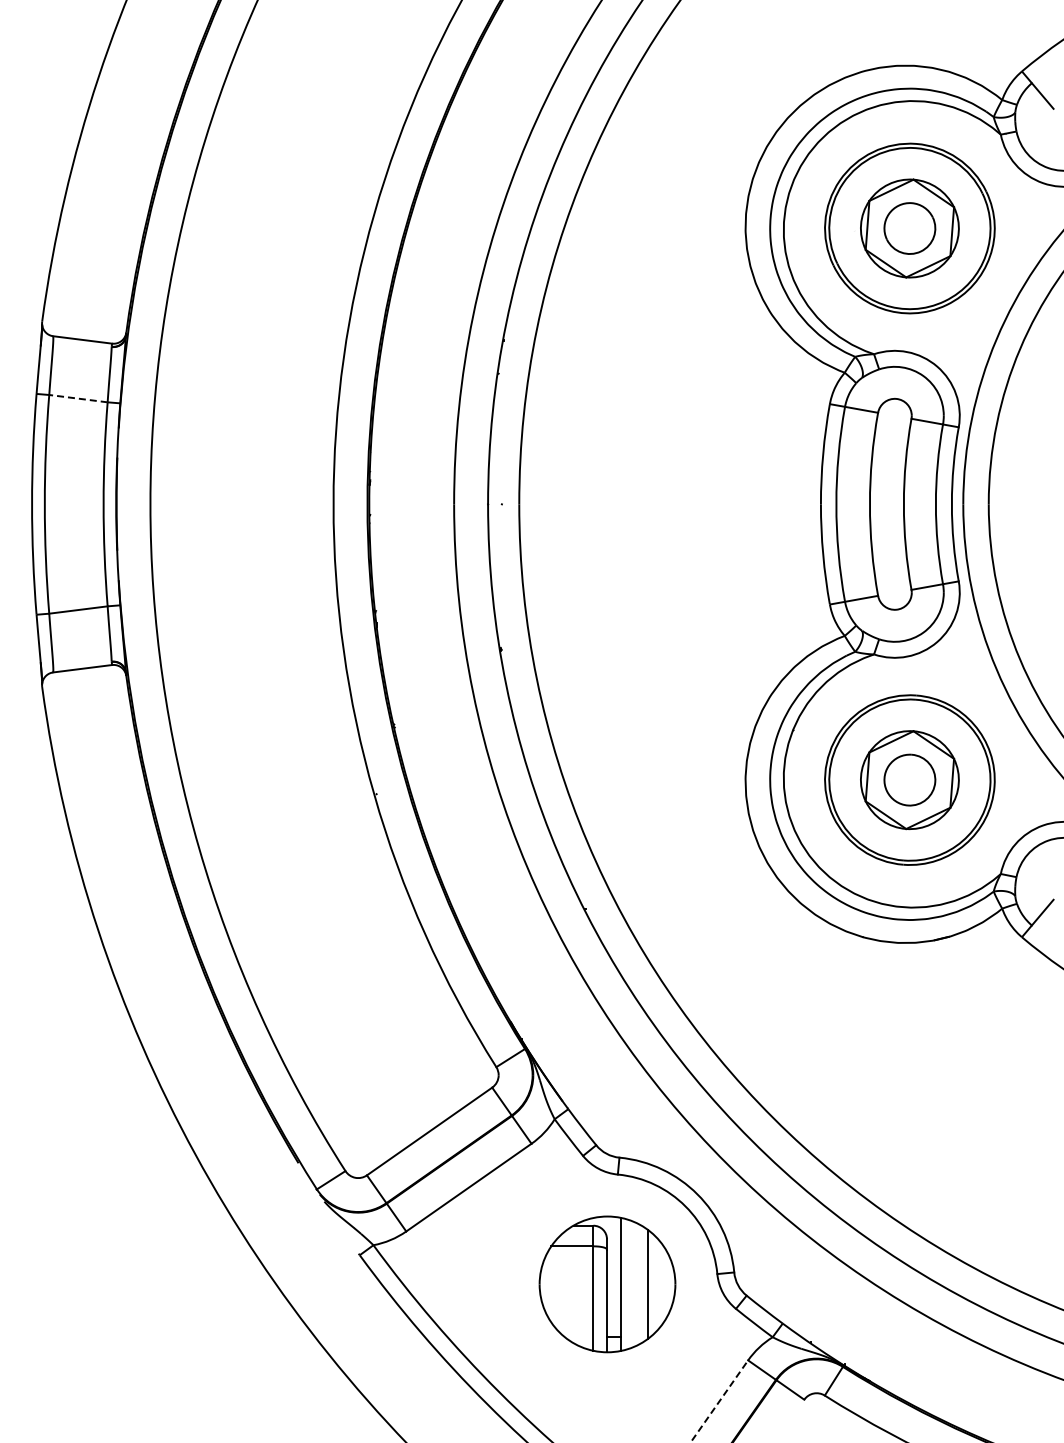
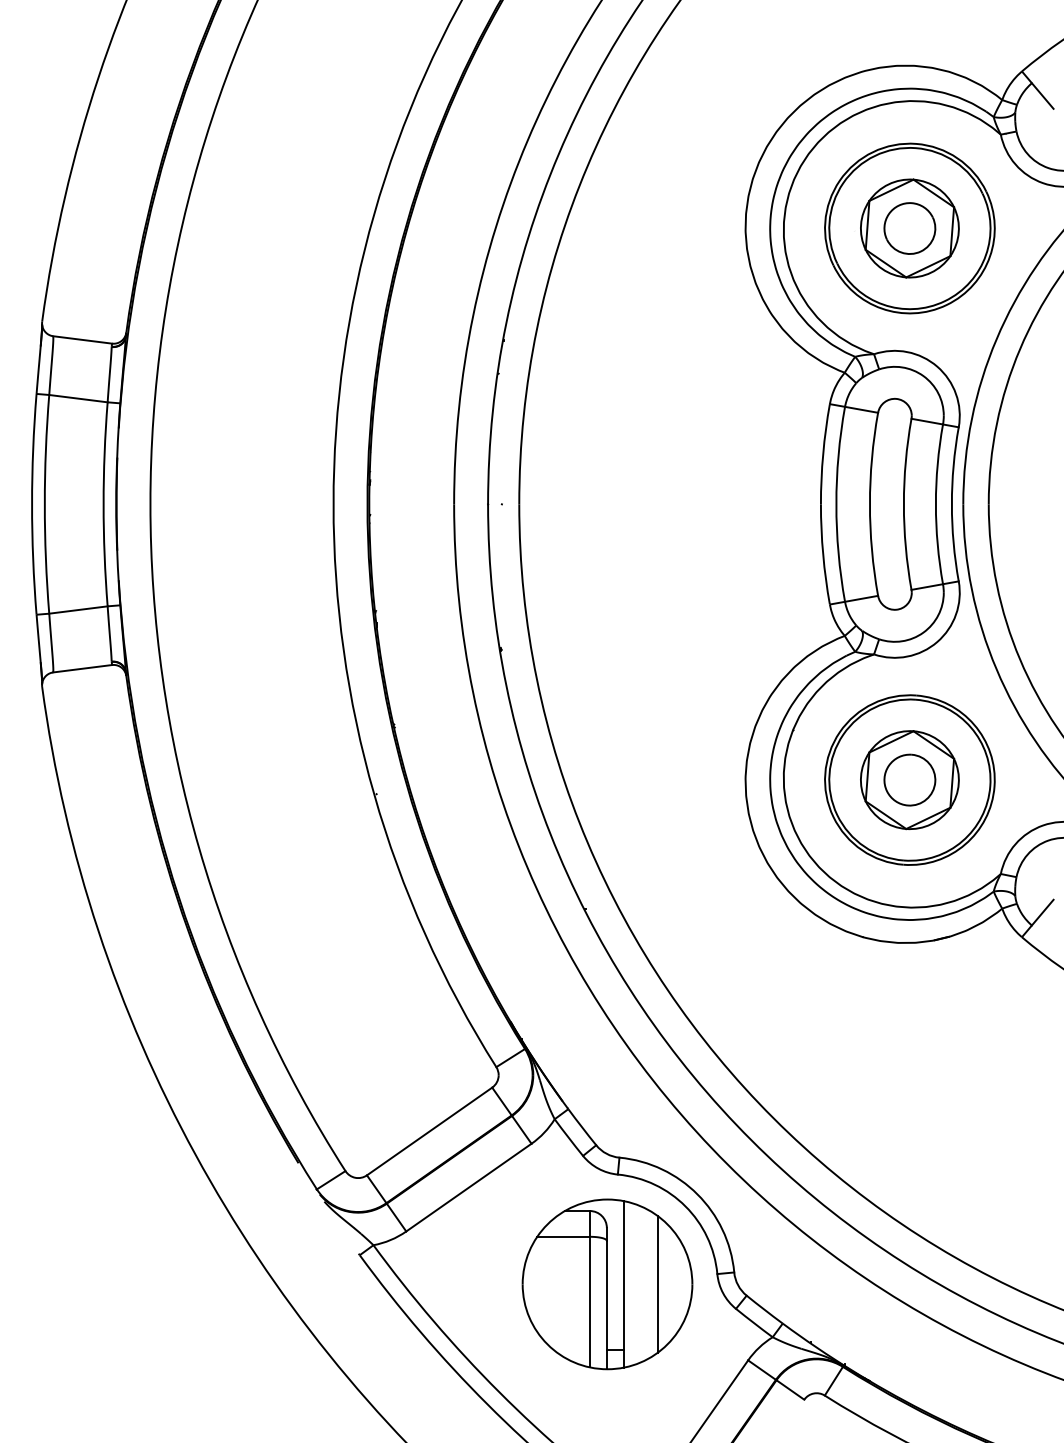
line at (77, 398): dashed -> solid
part at (607, 1284) size: 139x139 px -> 173x173 px
line at (719, 1401): dashed -> solid
